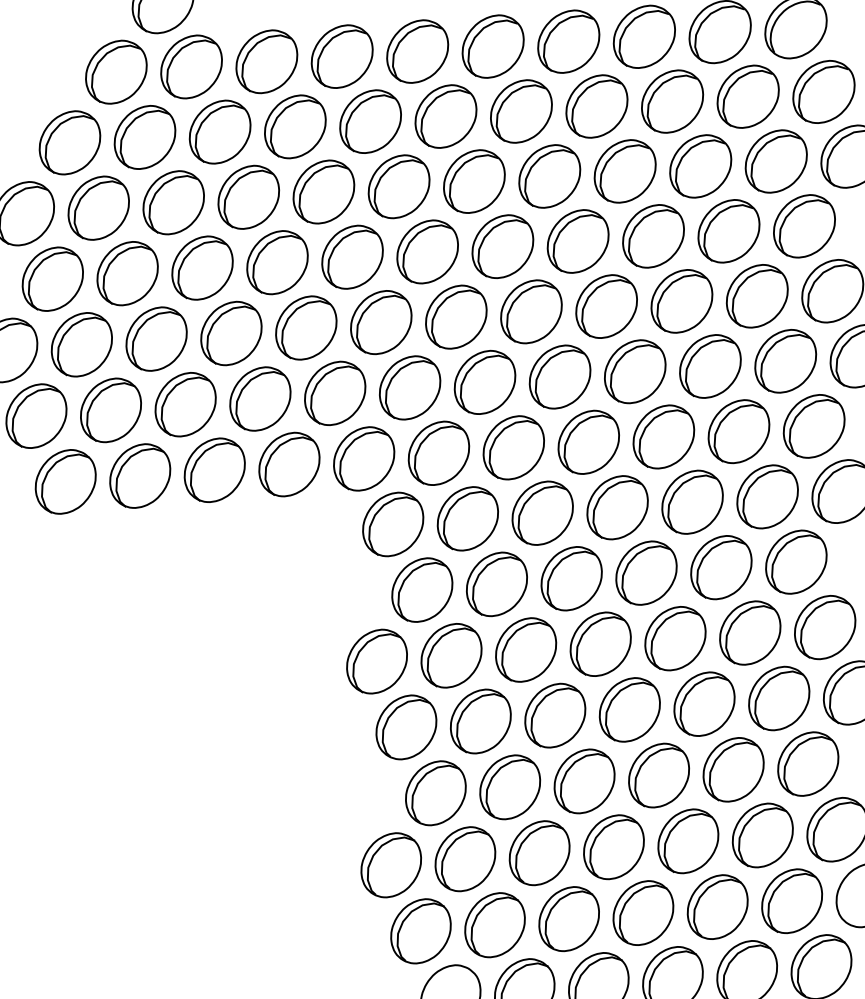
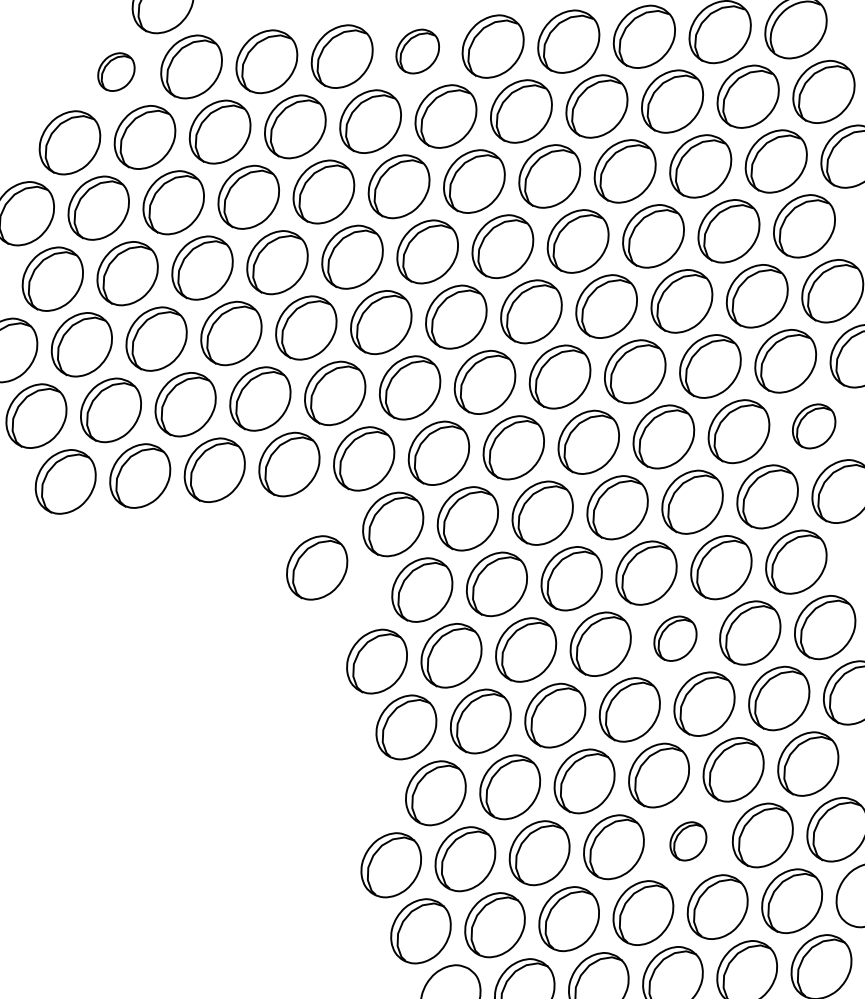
part at (417, 51) size: 64x65 px -> 45x47 px
part at (116, 71) size: 63x66 px -> 39x40 px
part at (813, 426) size: 64x65 px -> 45x47 px
part at (317, 567): none -> present
part at (675, 638) size: 63x66 px -> 45x47 px
part at (688, 841) size: 63x67 px -> 39x41 px
